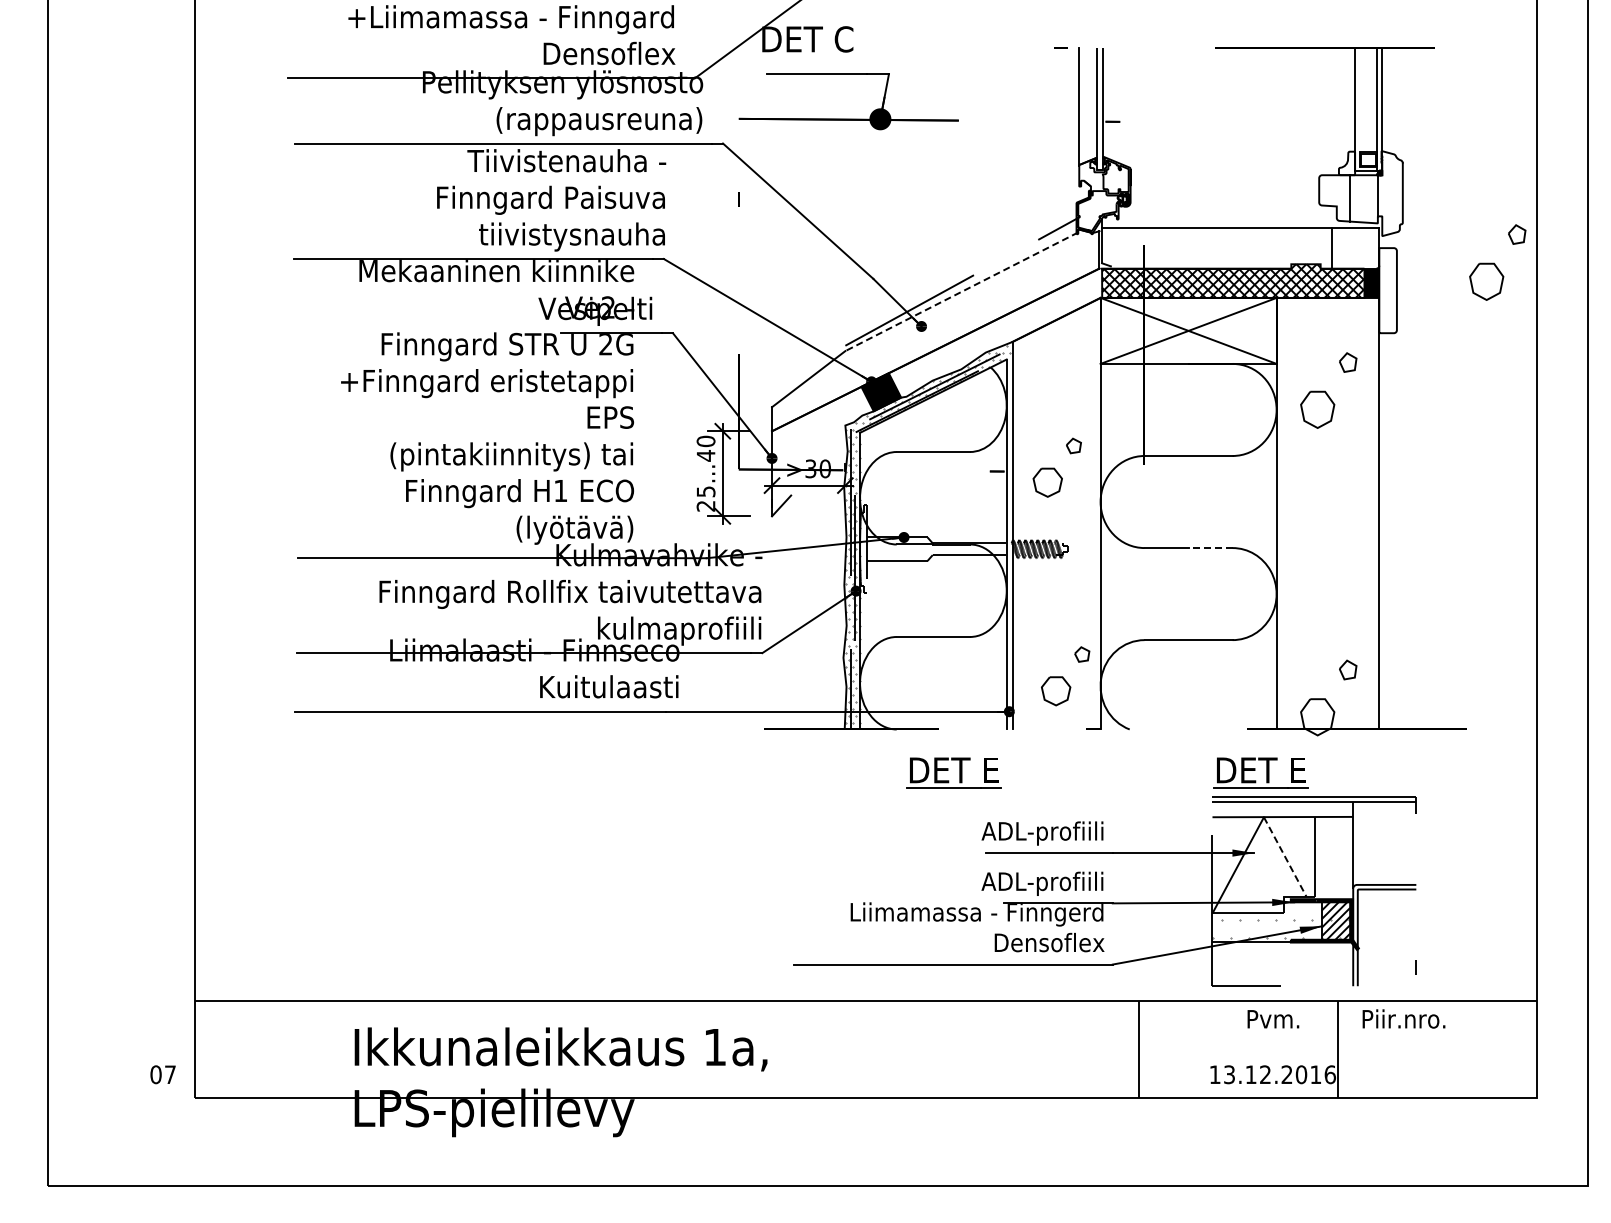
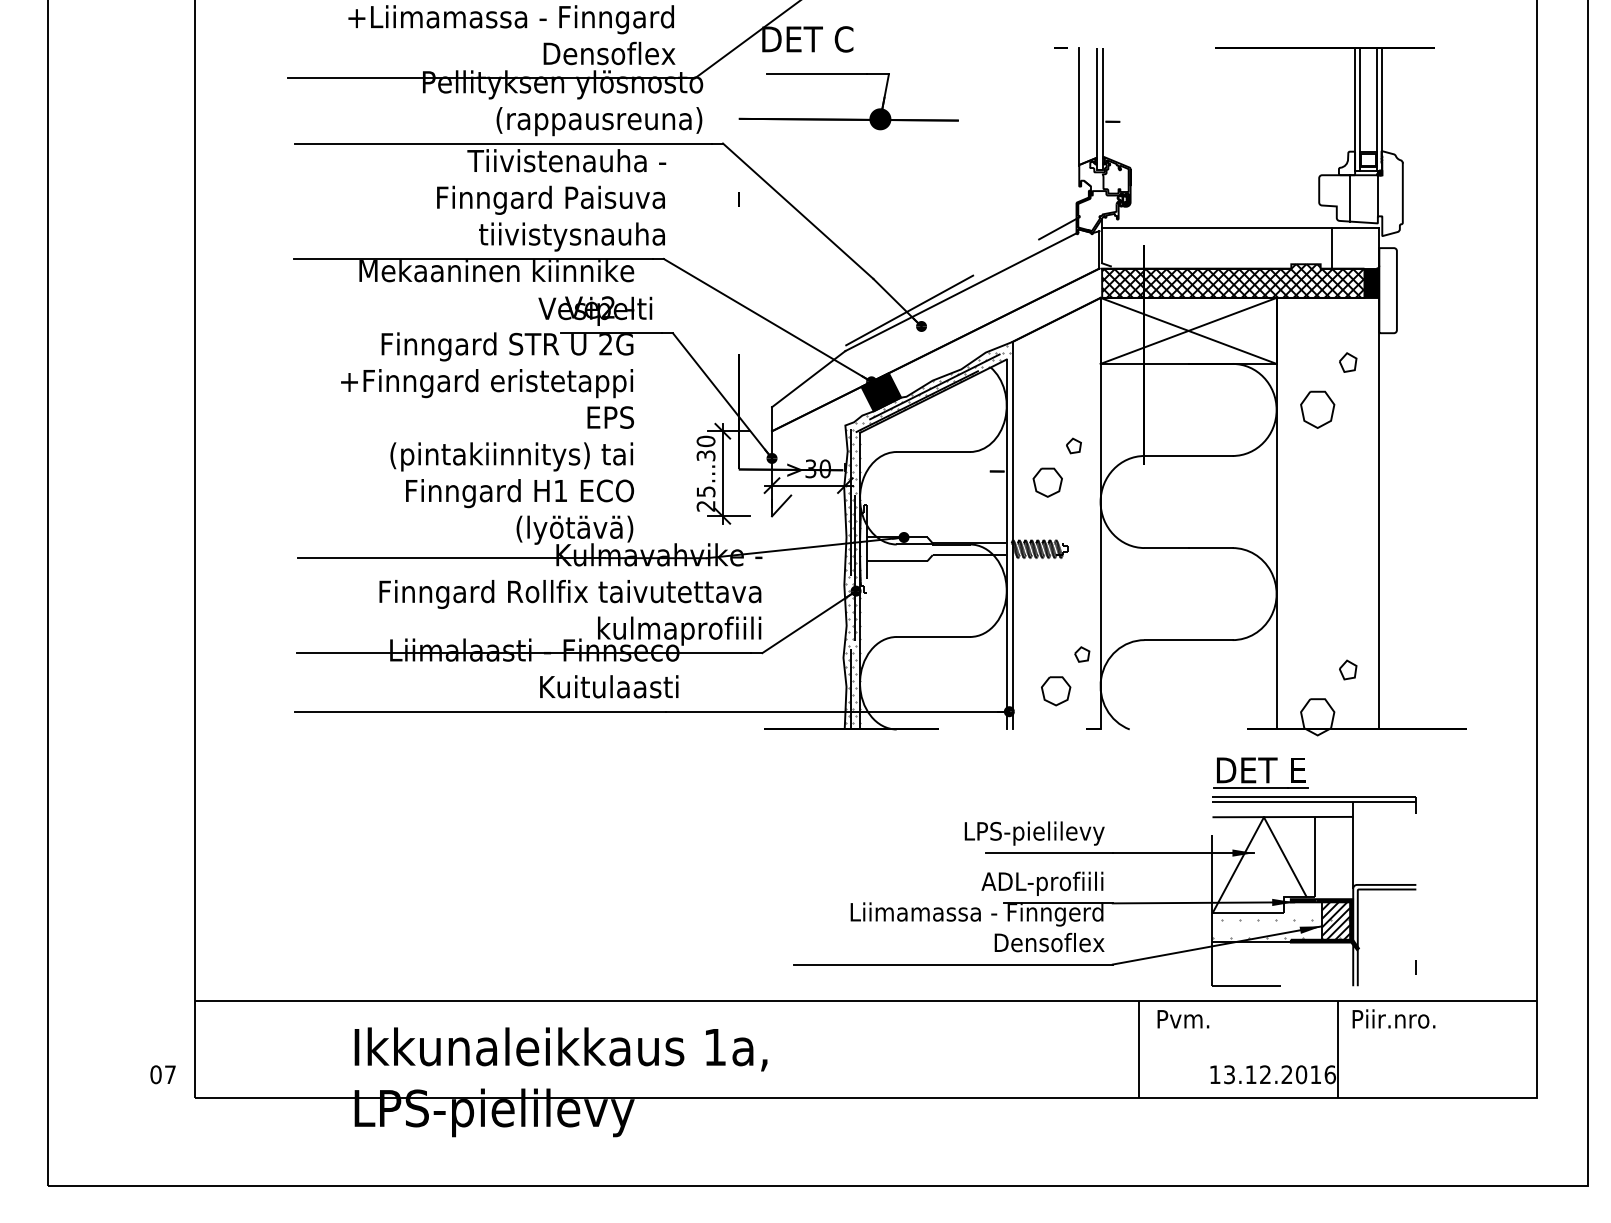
line at (1359, 109): none -> present
part at (1497, 262): present -> none
line at (961, 291): dashed -> solid
text at (705, 455): 25...40 -> 25...30
line at (1210, 548): dashed -> solid
part at (953, 772): present -> none
text at (1034, 833): ADL-profiili -> LPS-pielilevy
line at (1285, 856): dashed -> solid
text at (1403, 1018) position: (1403, 1018) -> (1393, 1018)
text at (1273, 1019) position: (1273, 1019) -> (1183, 1019)
